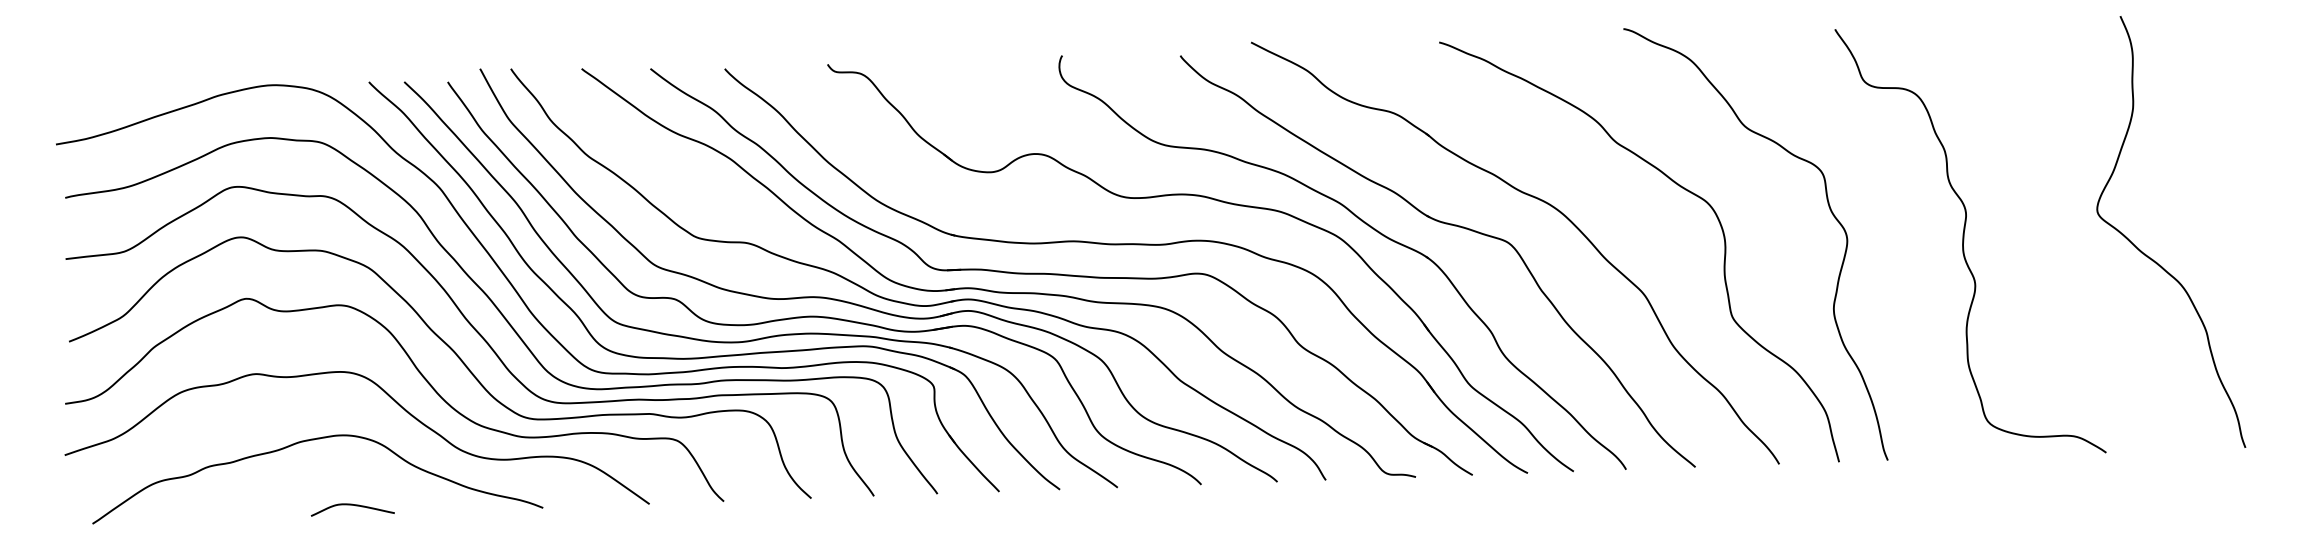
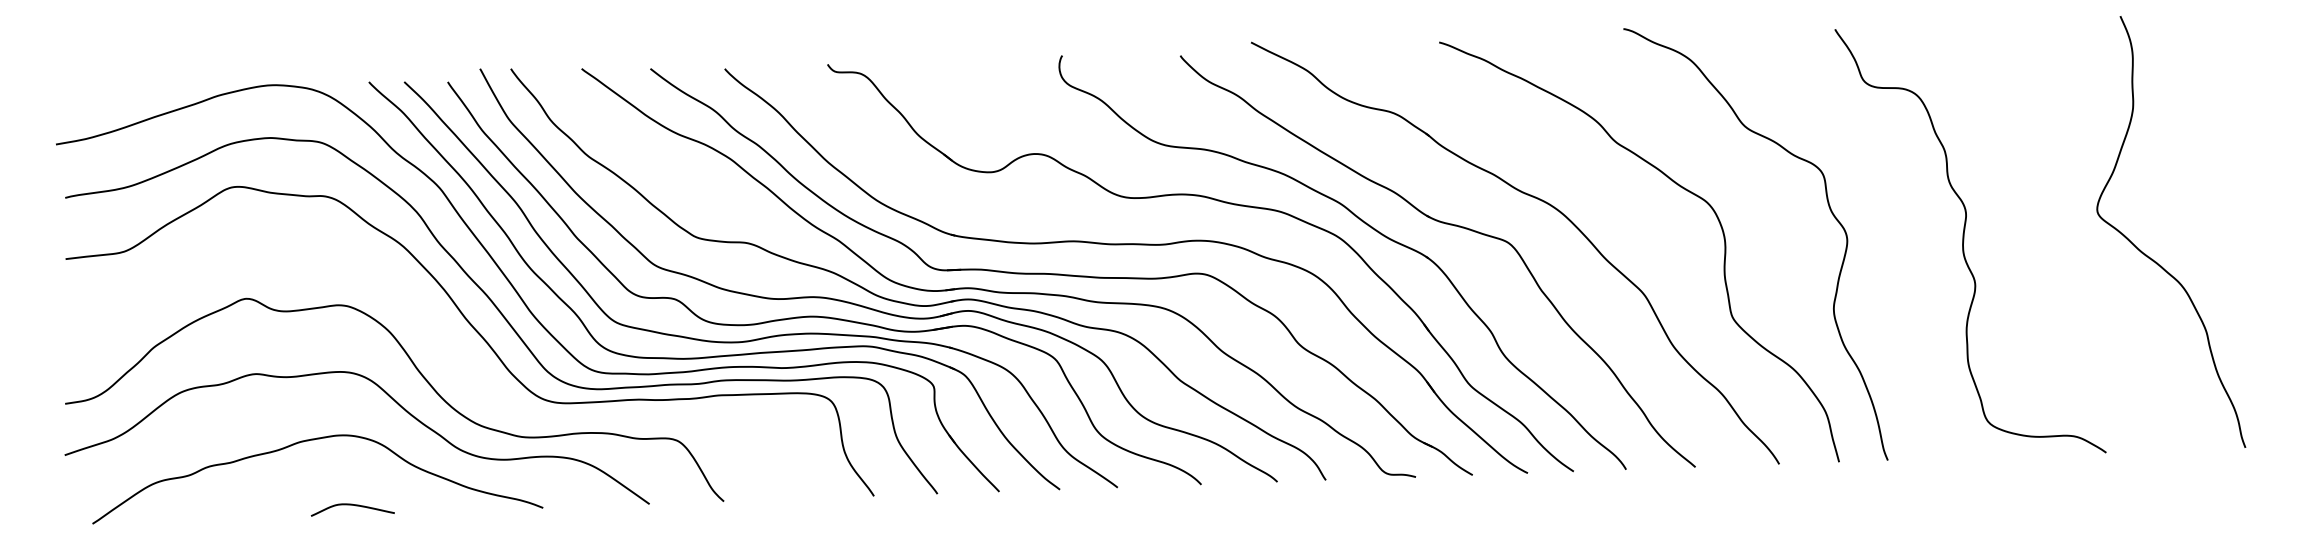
curve at (456, 356): present -> none
